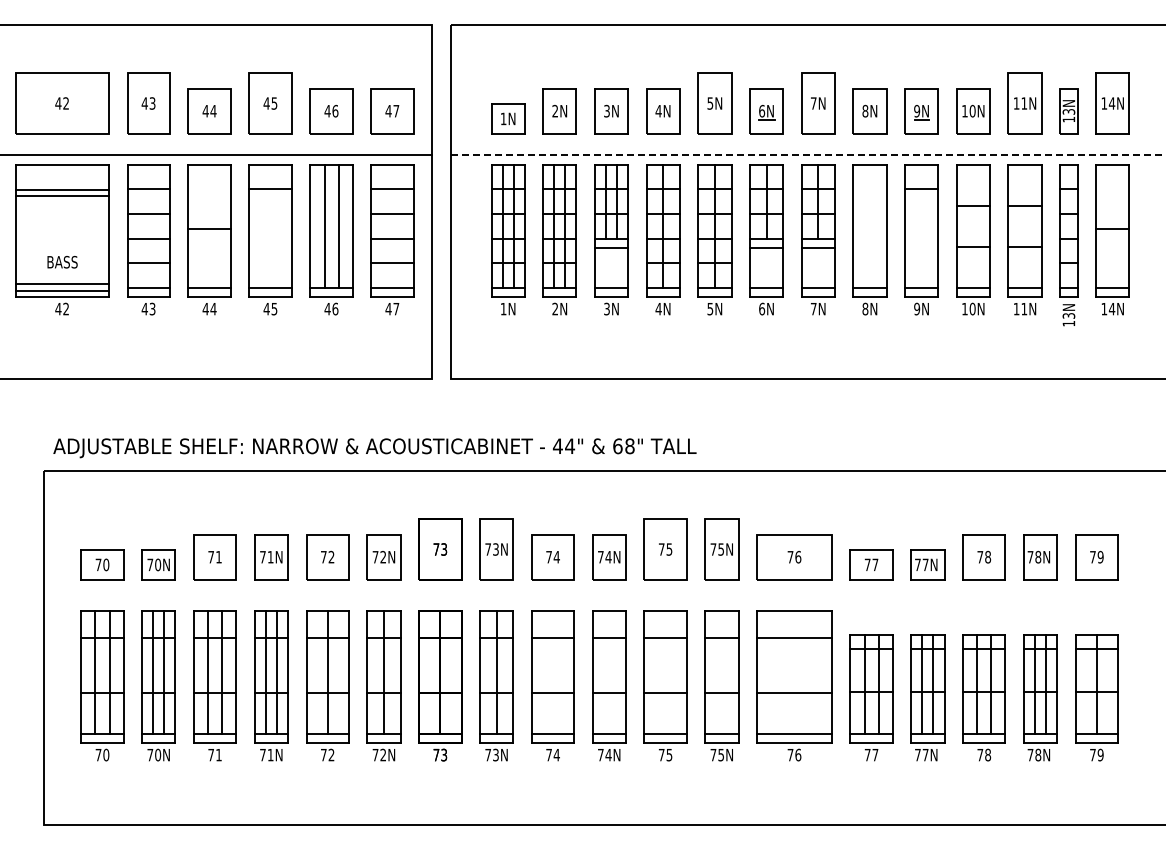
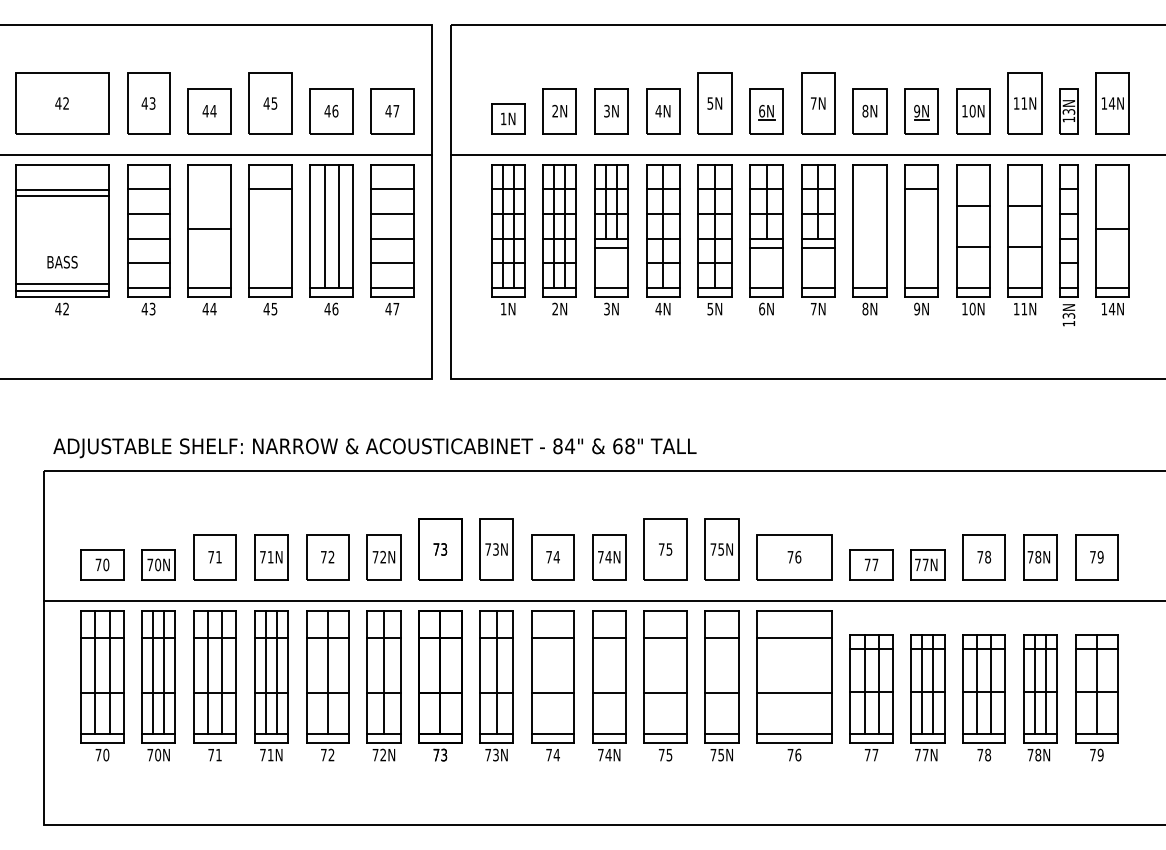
line at (808, 154): dashed -> solid
text at (557, 446): 44" -> 84"
line at (603, 600): none -> present
